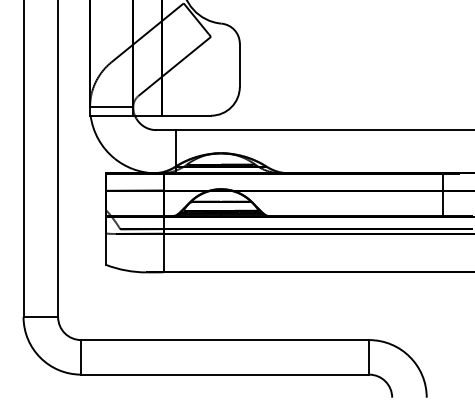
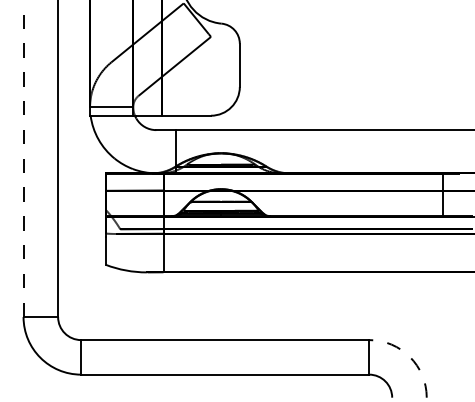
line at (23, 158): solid -> dashed
arc at (409, 356): solid -> dashed
